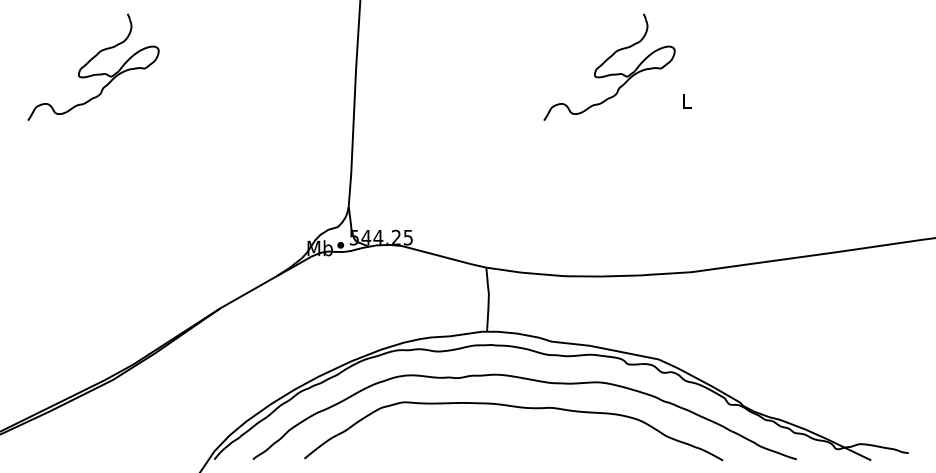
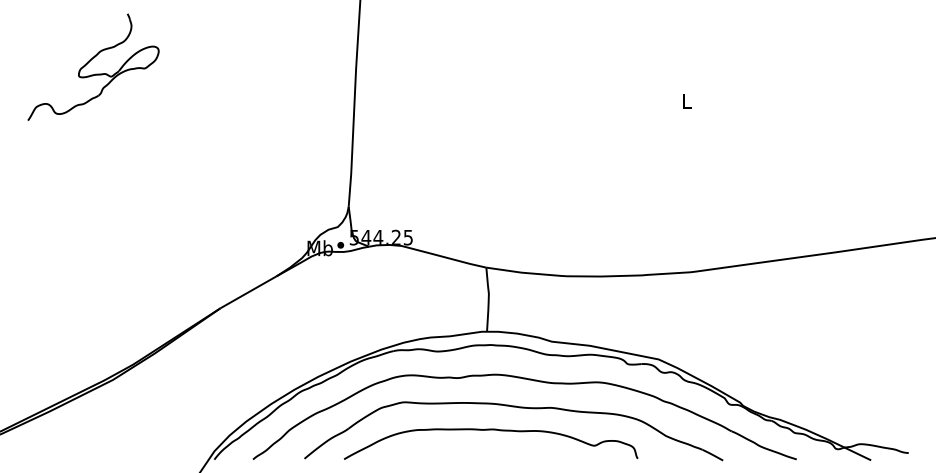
part at (609, 66): present -> none
part at (490, 430): none -> present
